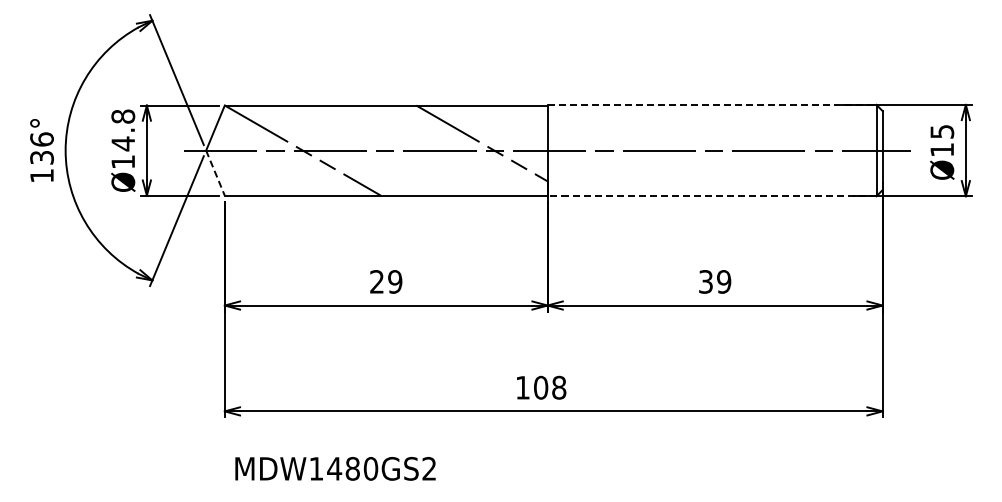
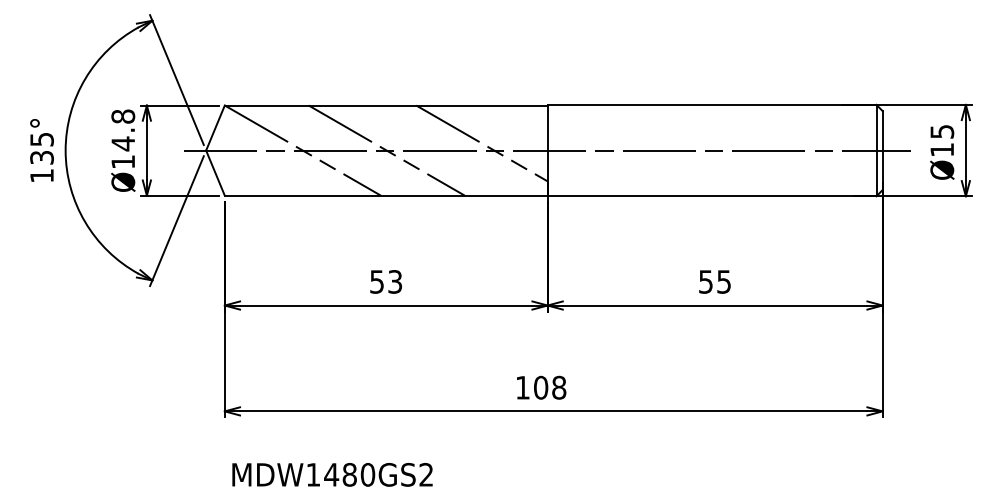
line at (712, 104): dashed -> solid
text at (41, 139): 136° -> 135°
line at (386, 150): none -> present
line at (215, 173): dashed -> solid
line at (711, 196): dashed -> solid
text at (386, 281): 29 -> 53
text at (715, 281): 39 -> 55
text at (335, 468) position: (335, 468) -> (332, 474)
